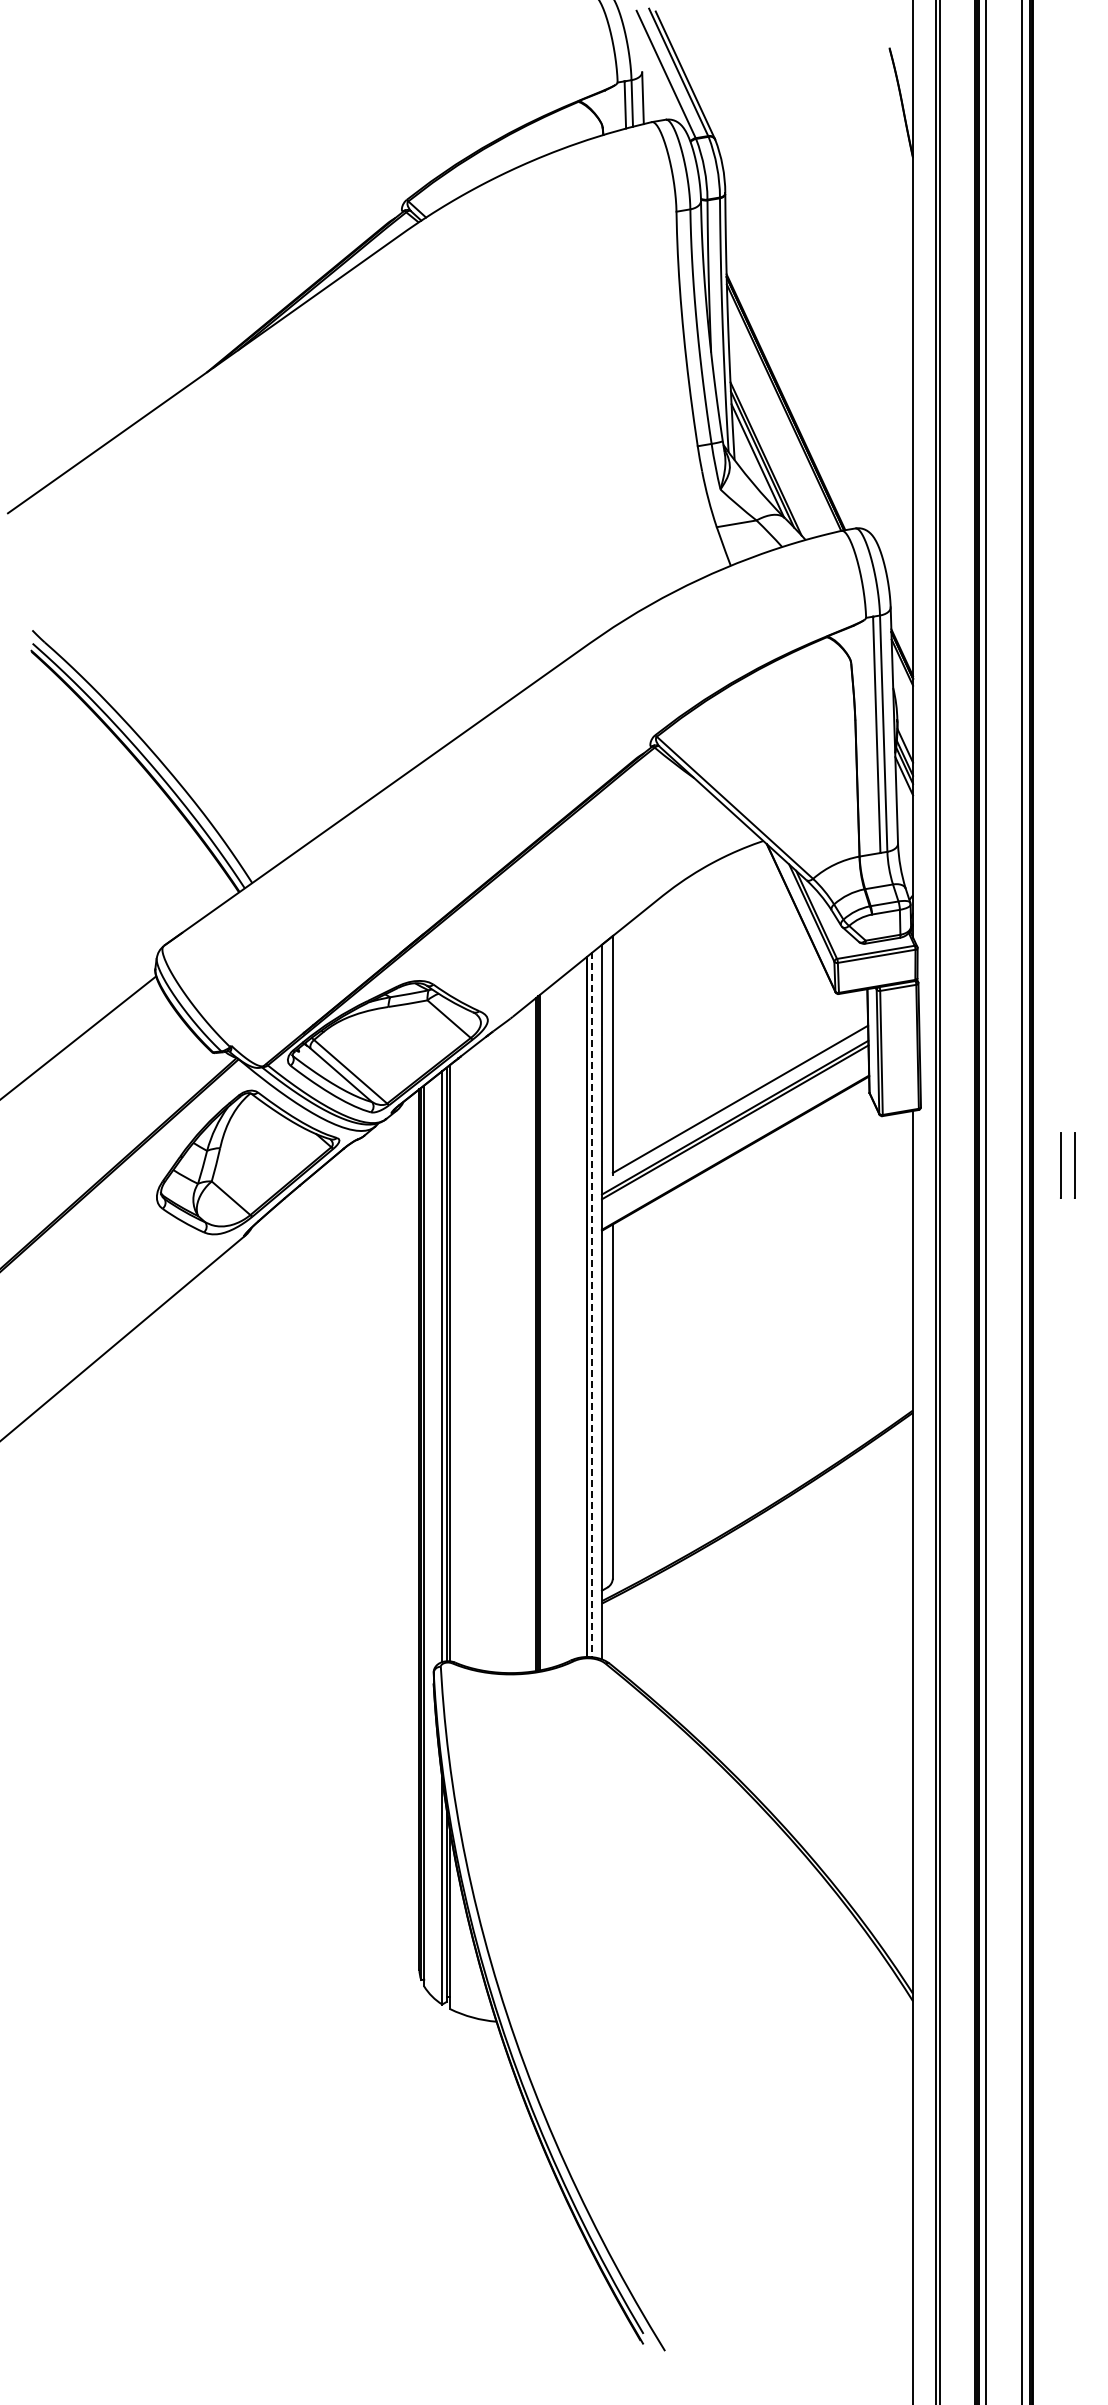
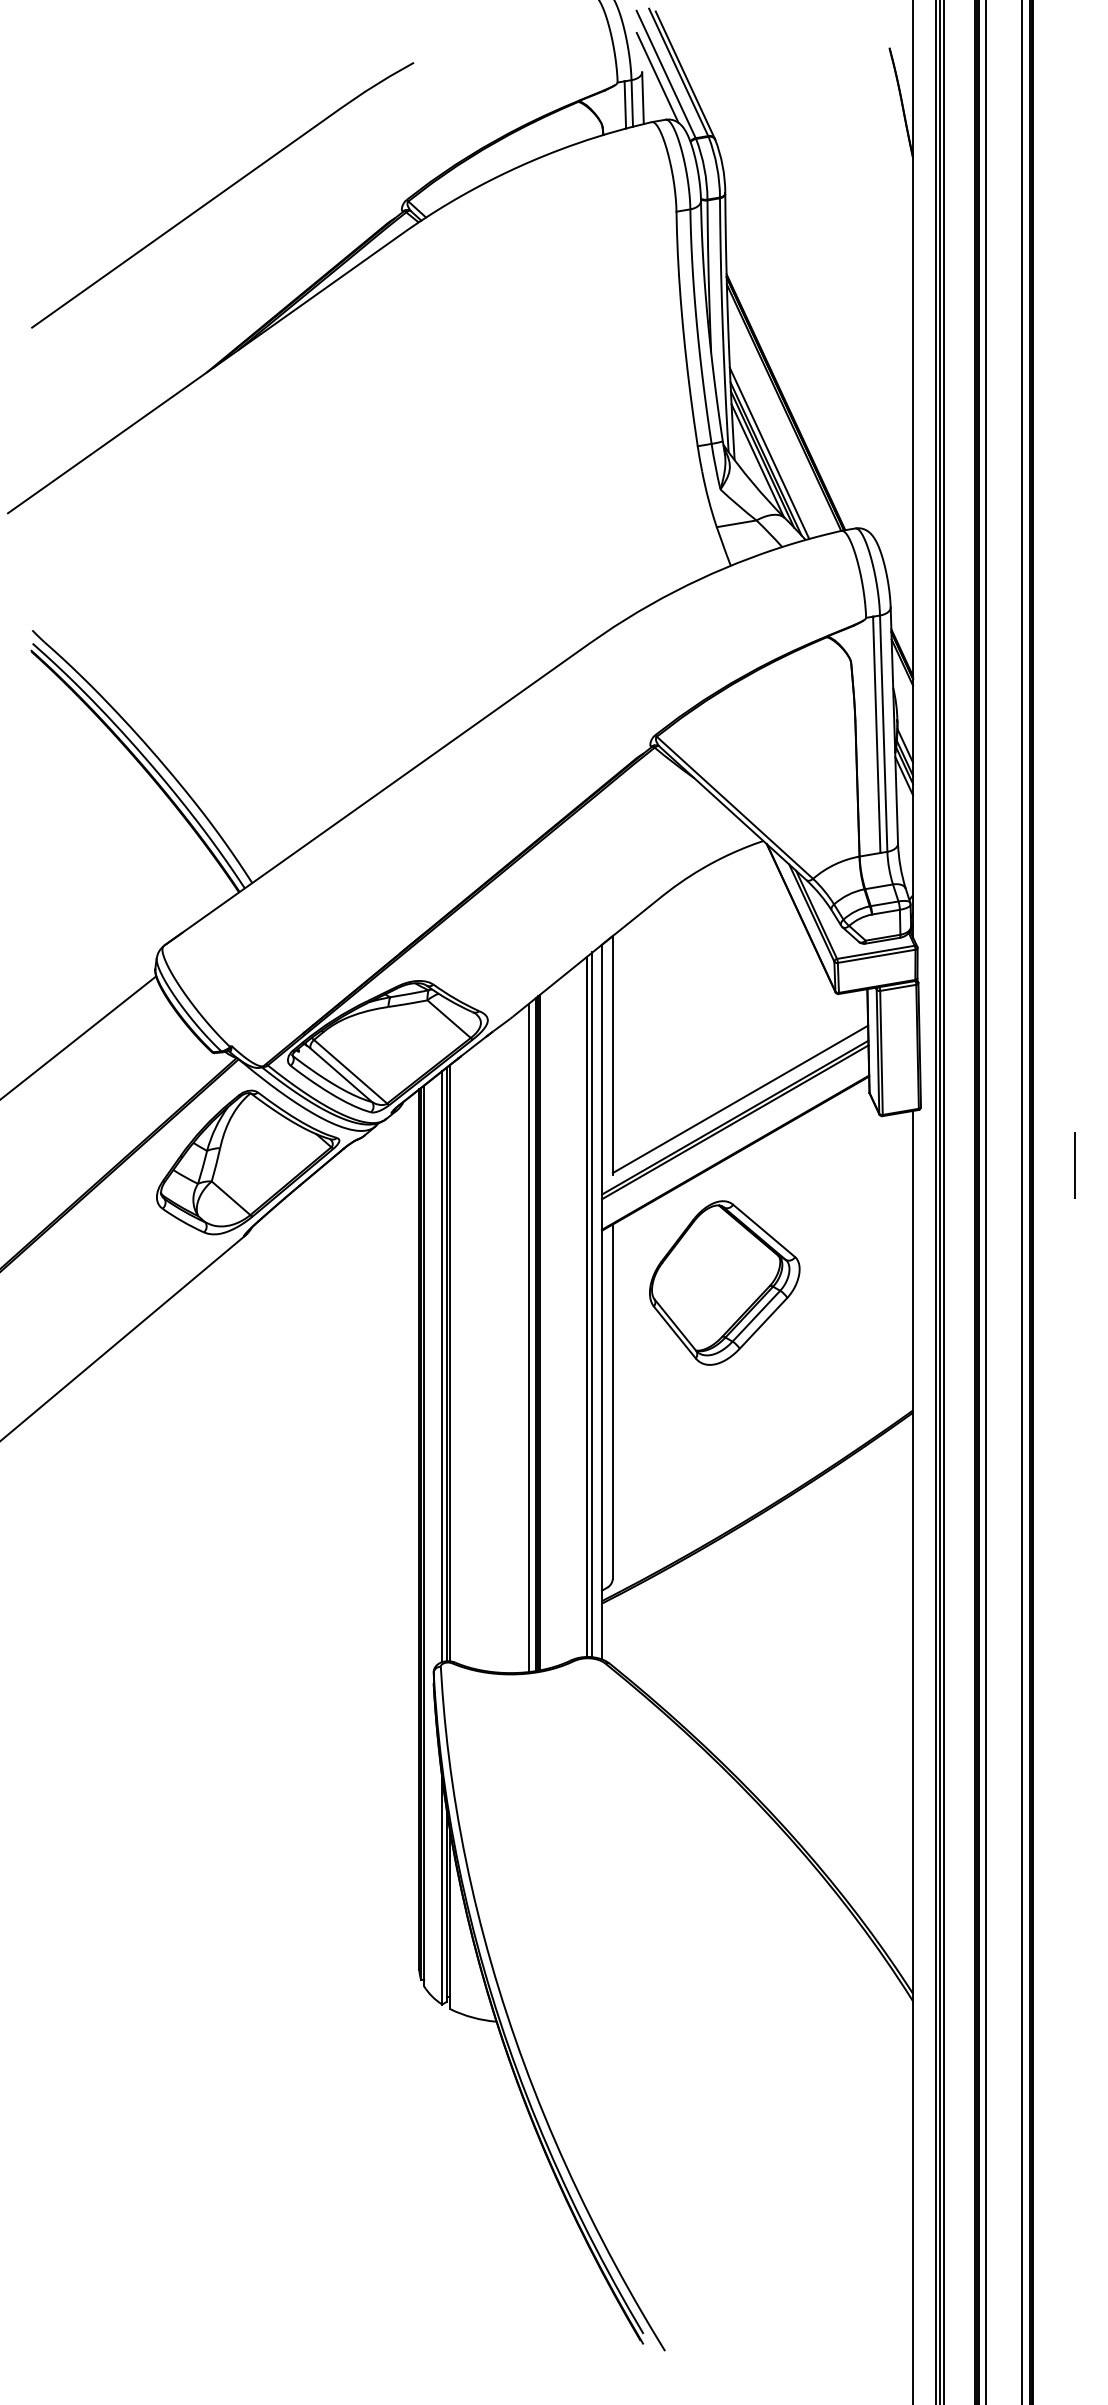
line at (657, 77): none -> present
curve at (221, 194): none -> present
line at (769, 452): none -> present
line at (1060, 1165): present -> none
line at (944, 1201): none -> present
part at (724, 1282): none -> present
line at (592, 1305): dashed -> solid
line at (528, 1337): none -> present
